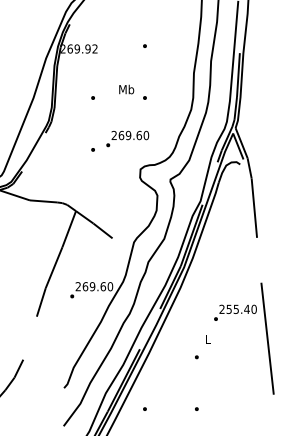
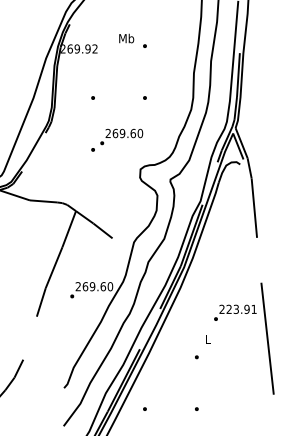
text at (126, 89) position: (126, 89) -> (126, 38)
text at (127, 138) position: (127, 138) -> (121, 136)
text at (241, 309): 255.40 -> 223.91
